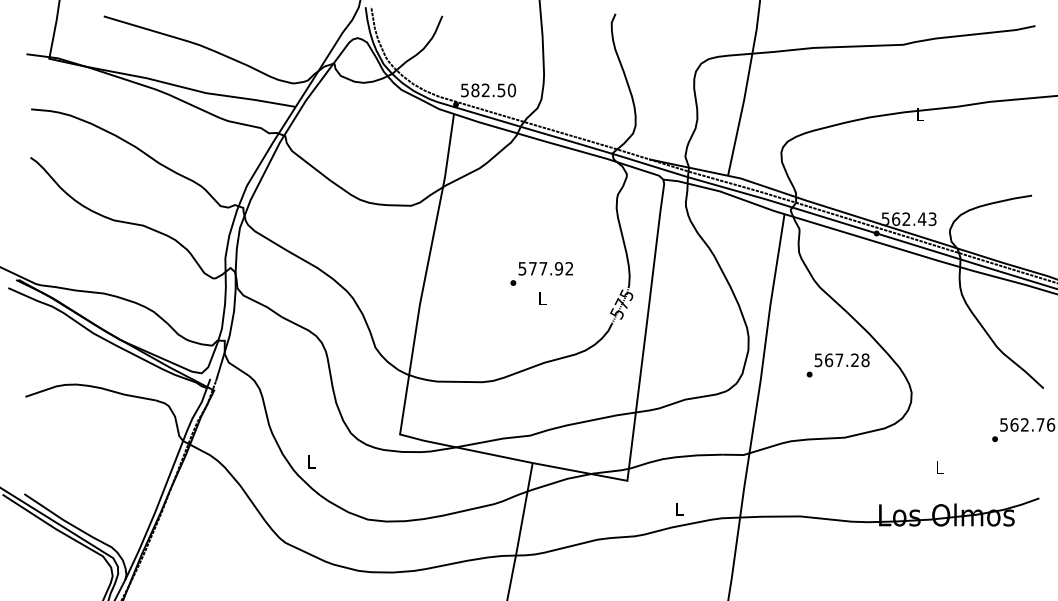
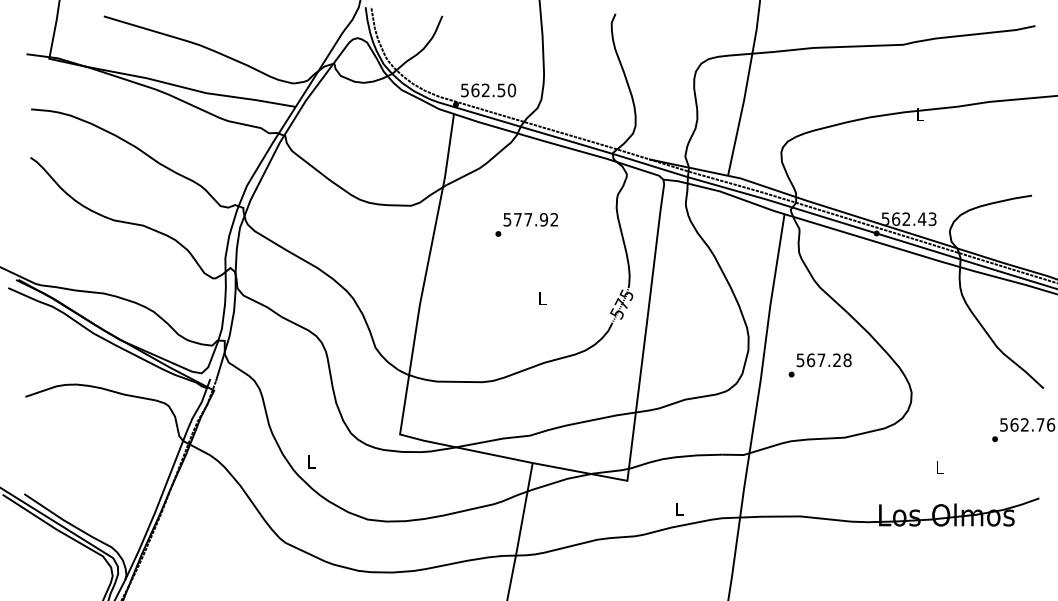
text at (475, 90): 582.50 -> 562.50
text at (541, 273) position: (541, 273) -> (526, 224)
text at (837, 365) position: (837, 365) -> (819, 365)
